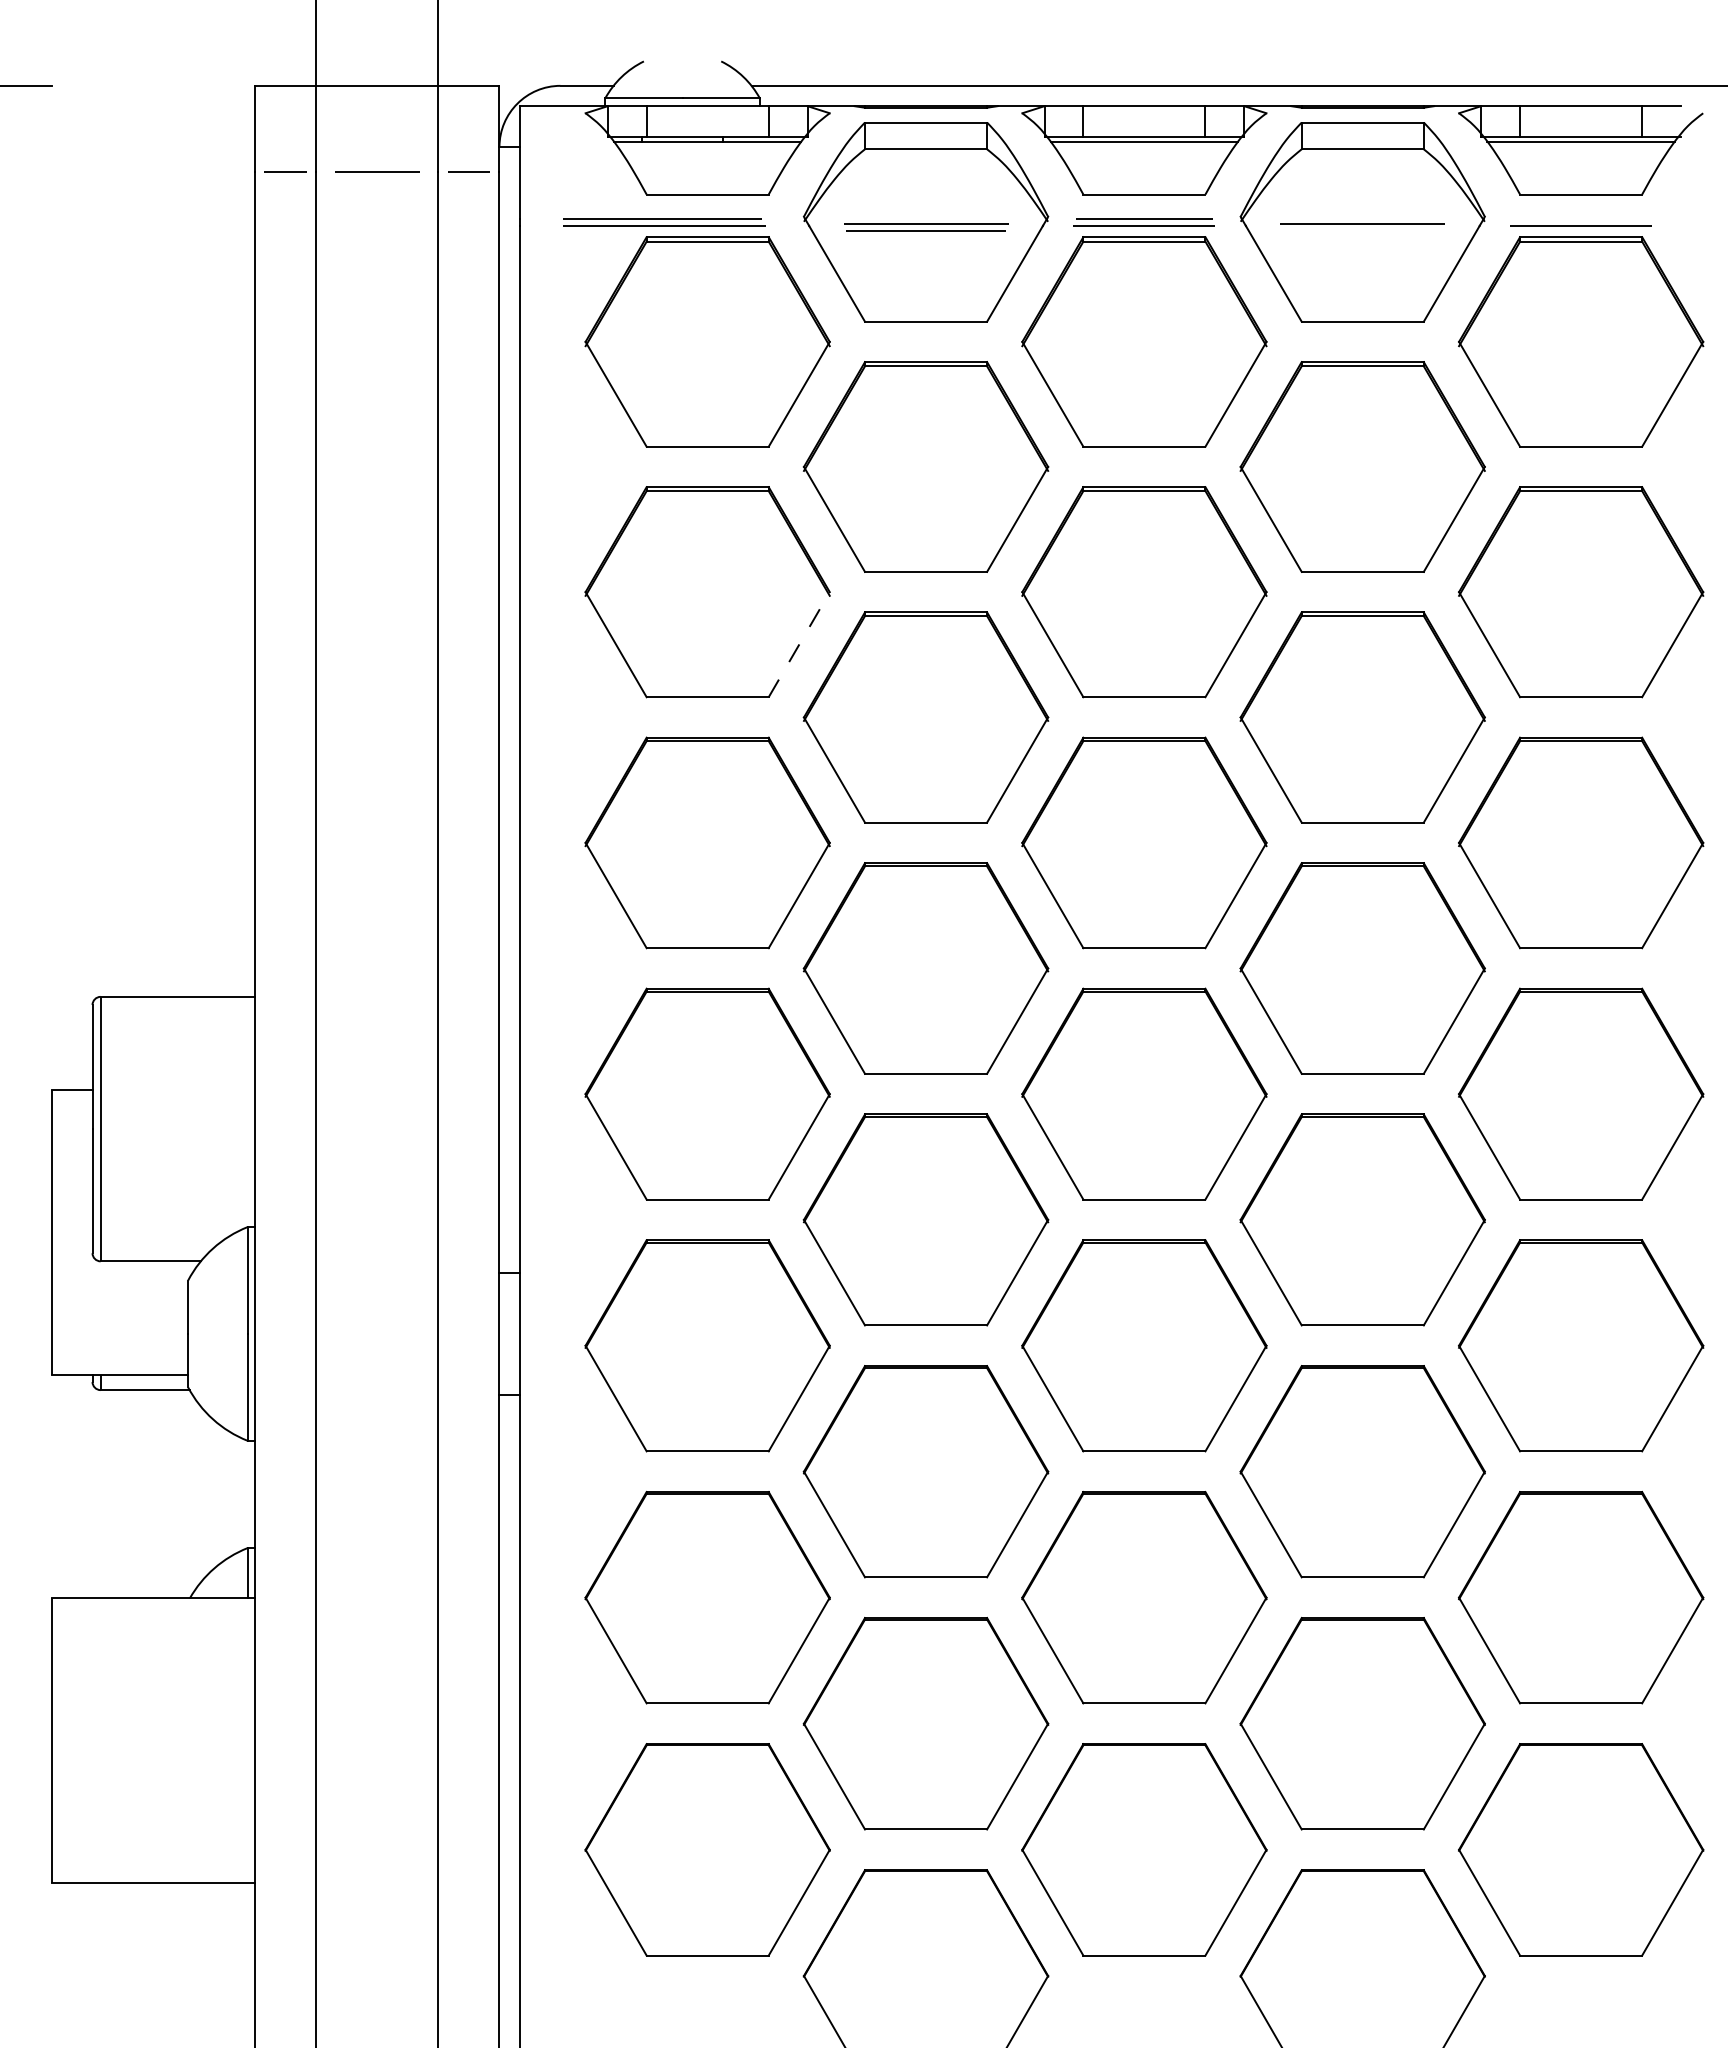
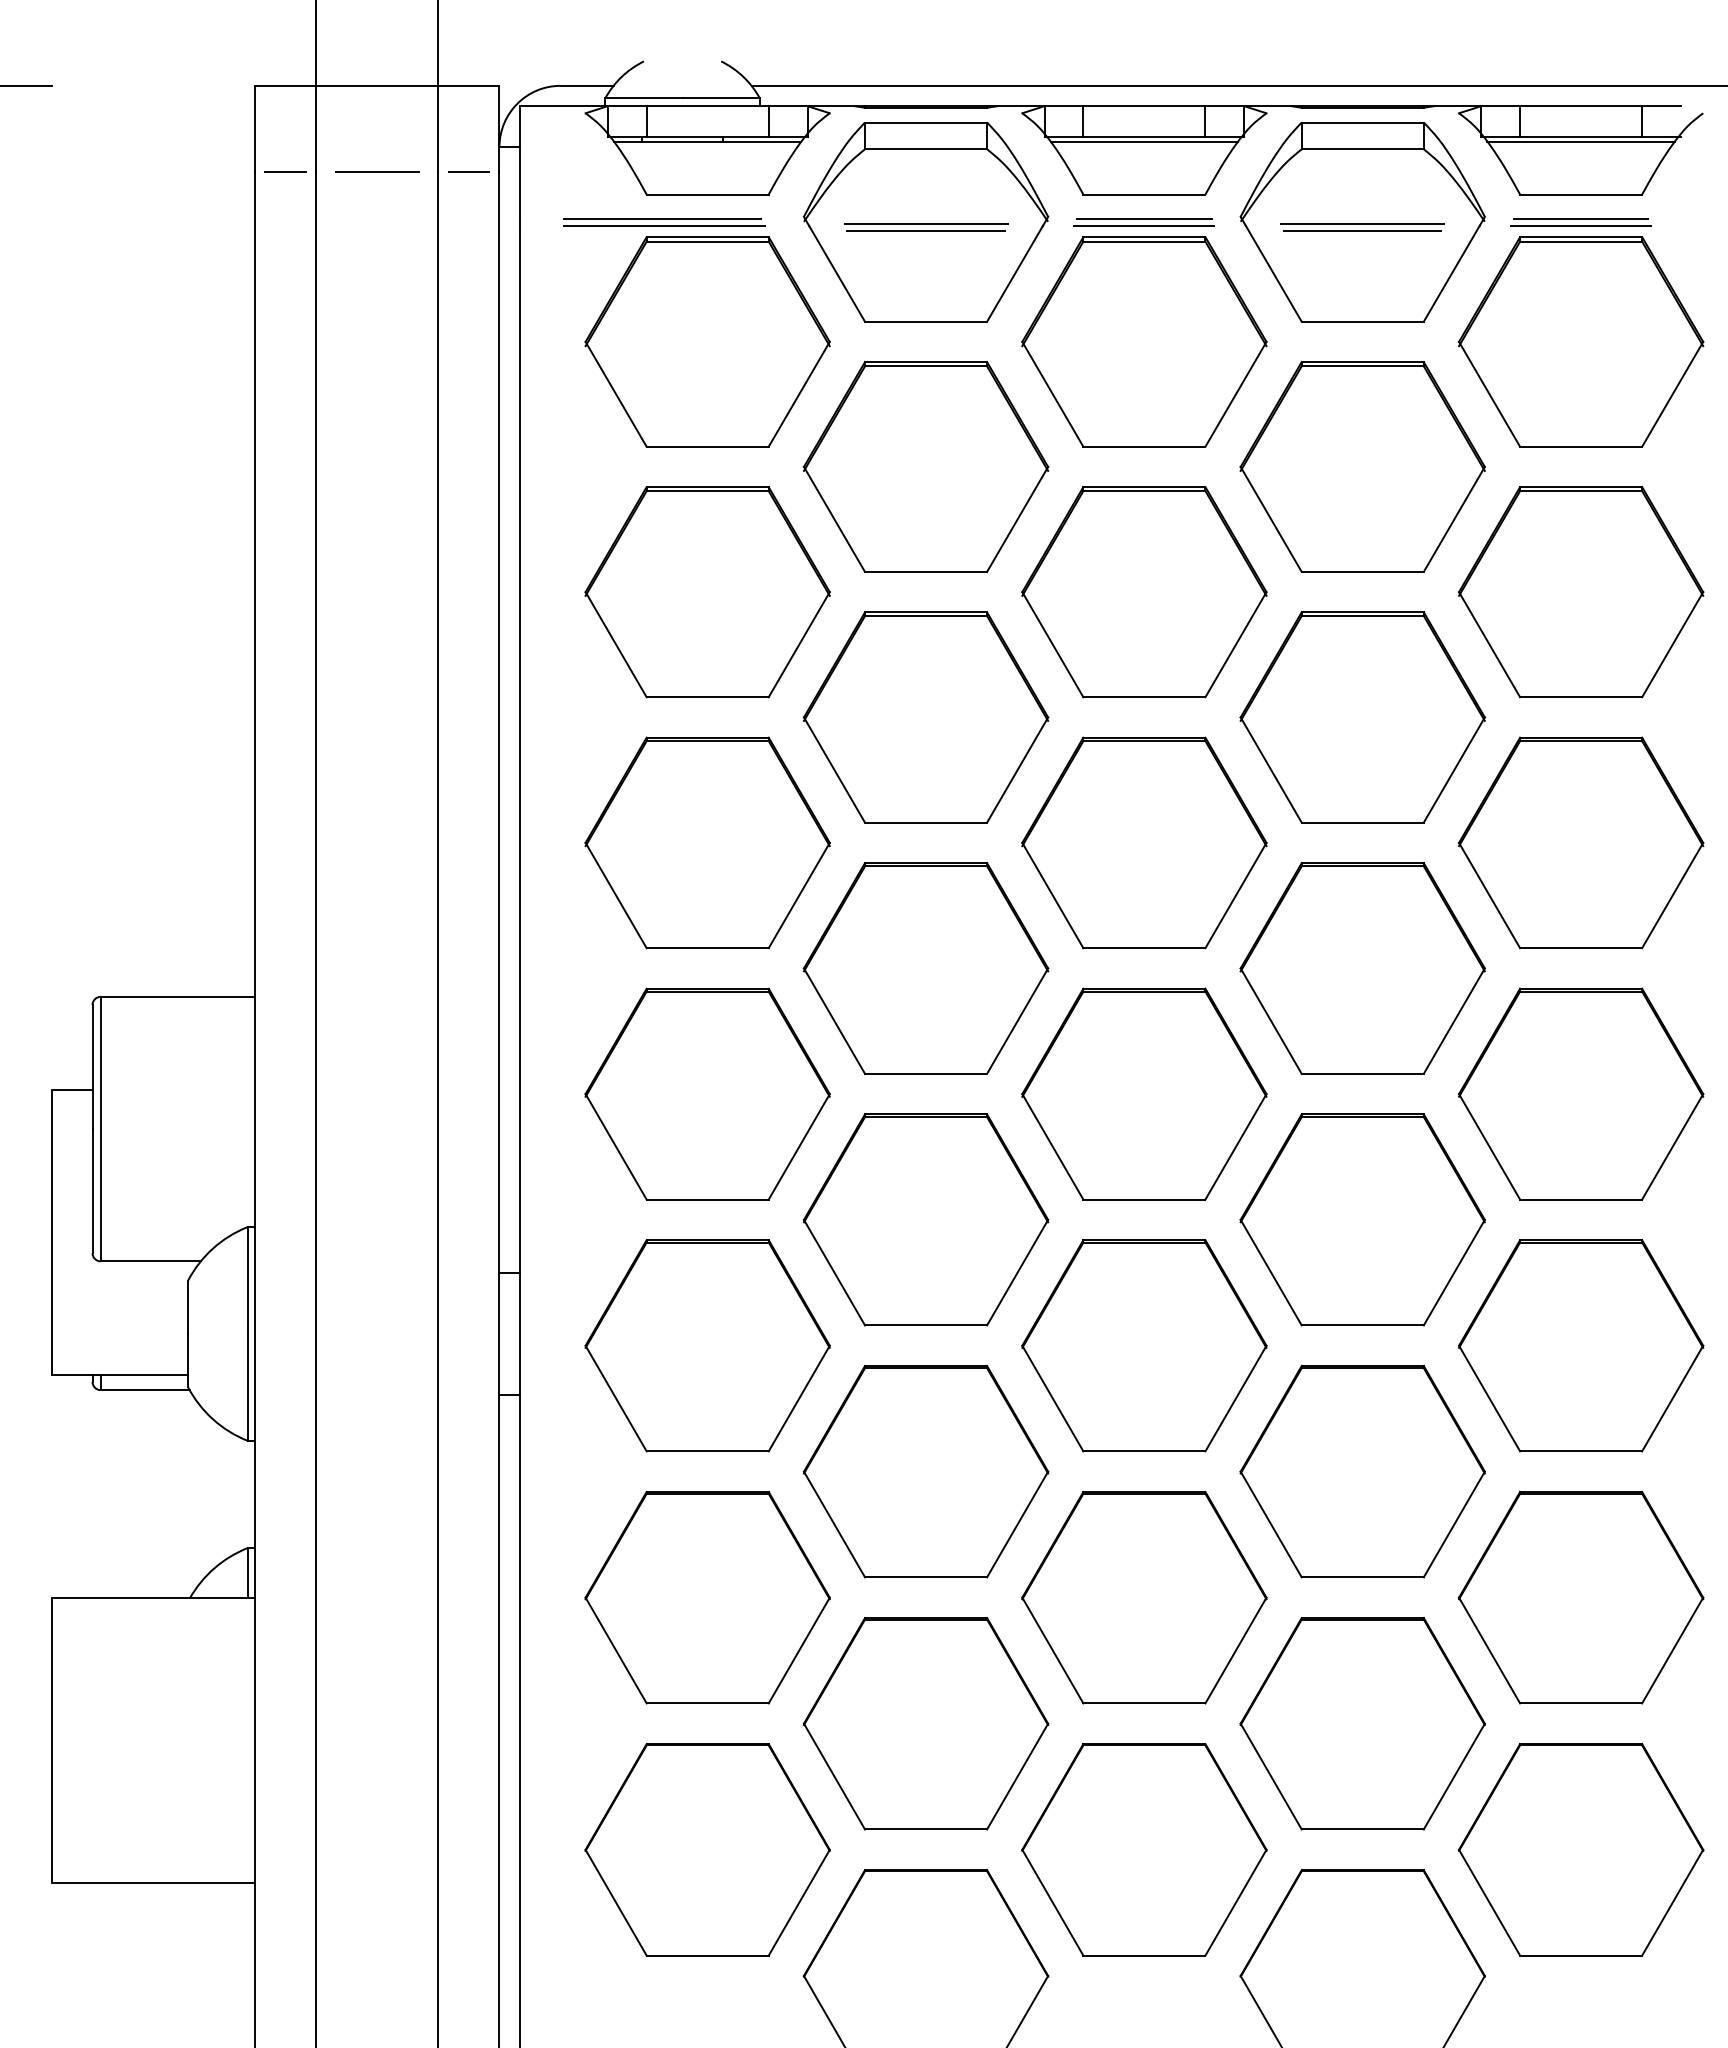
line at (1580, 218): none -> present
line at (1362, 231): none -> present
line at (799, 644): dashed -> solid
